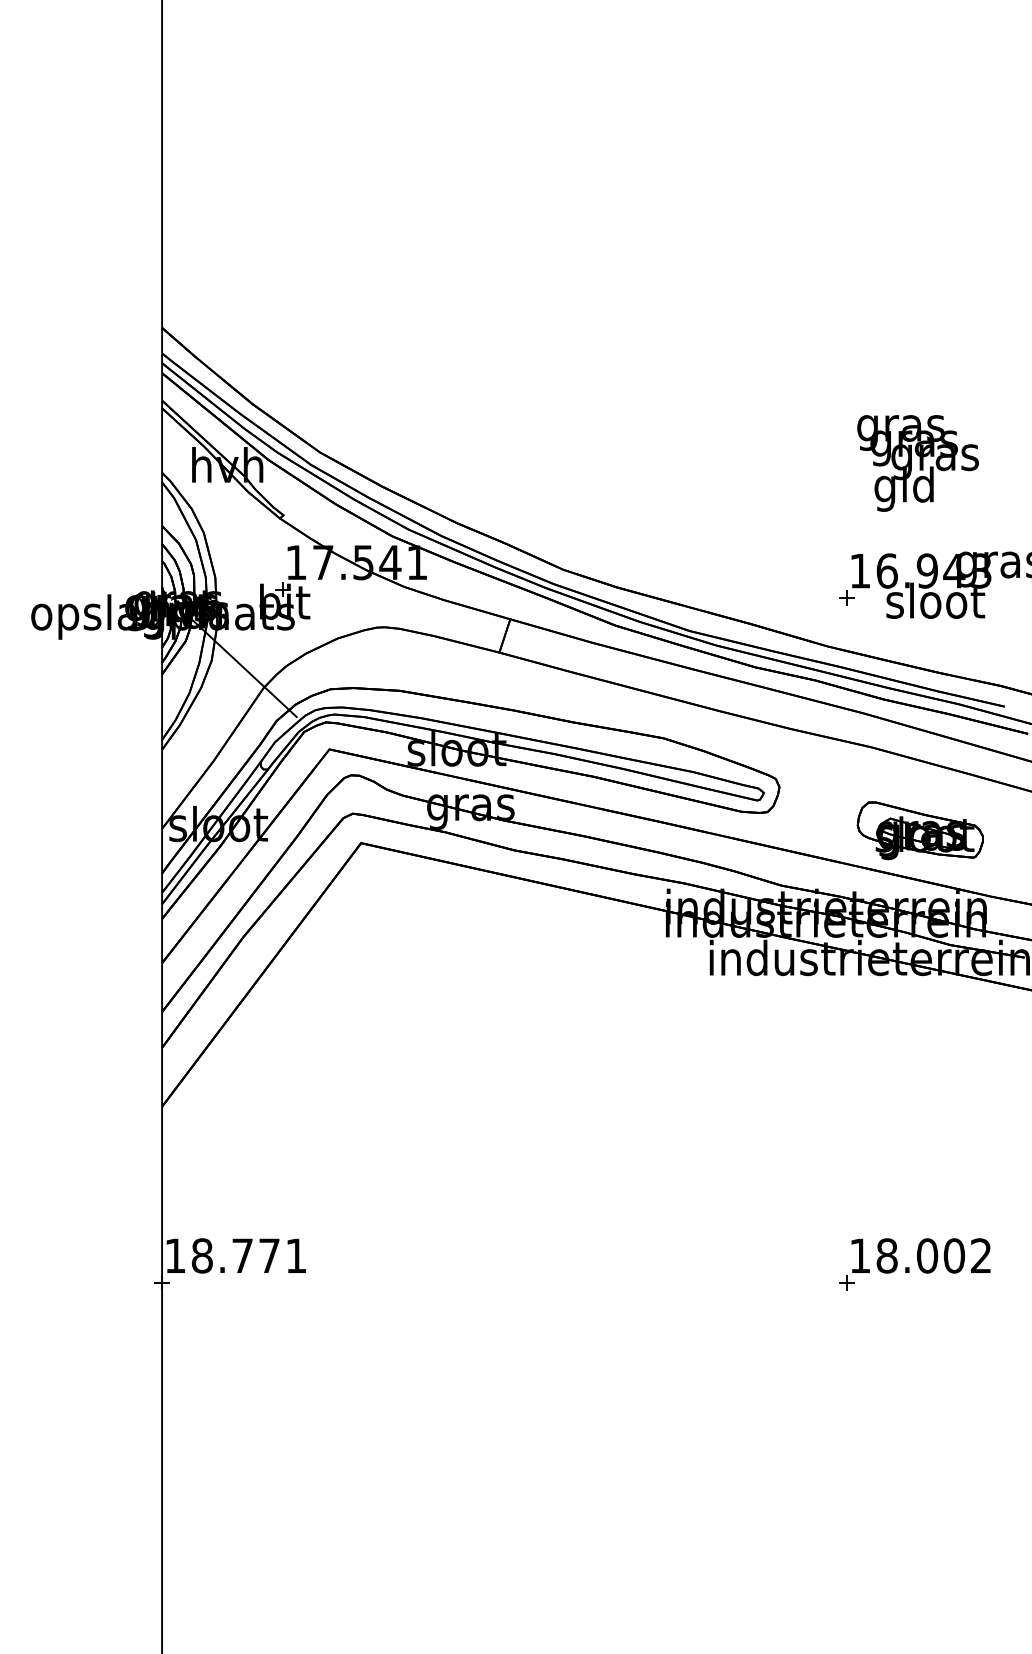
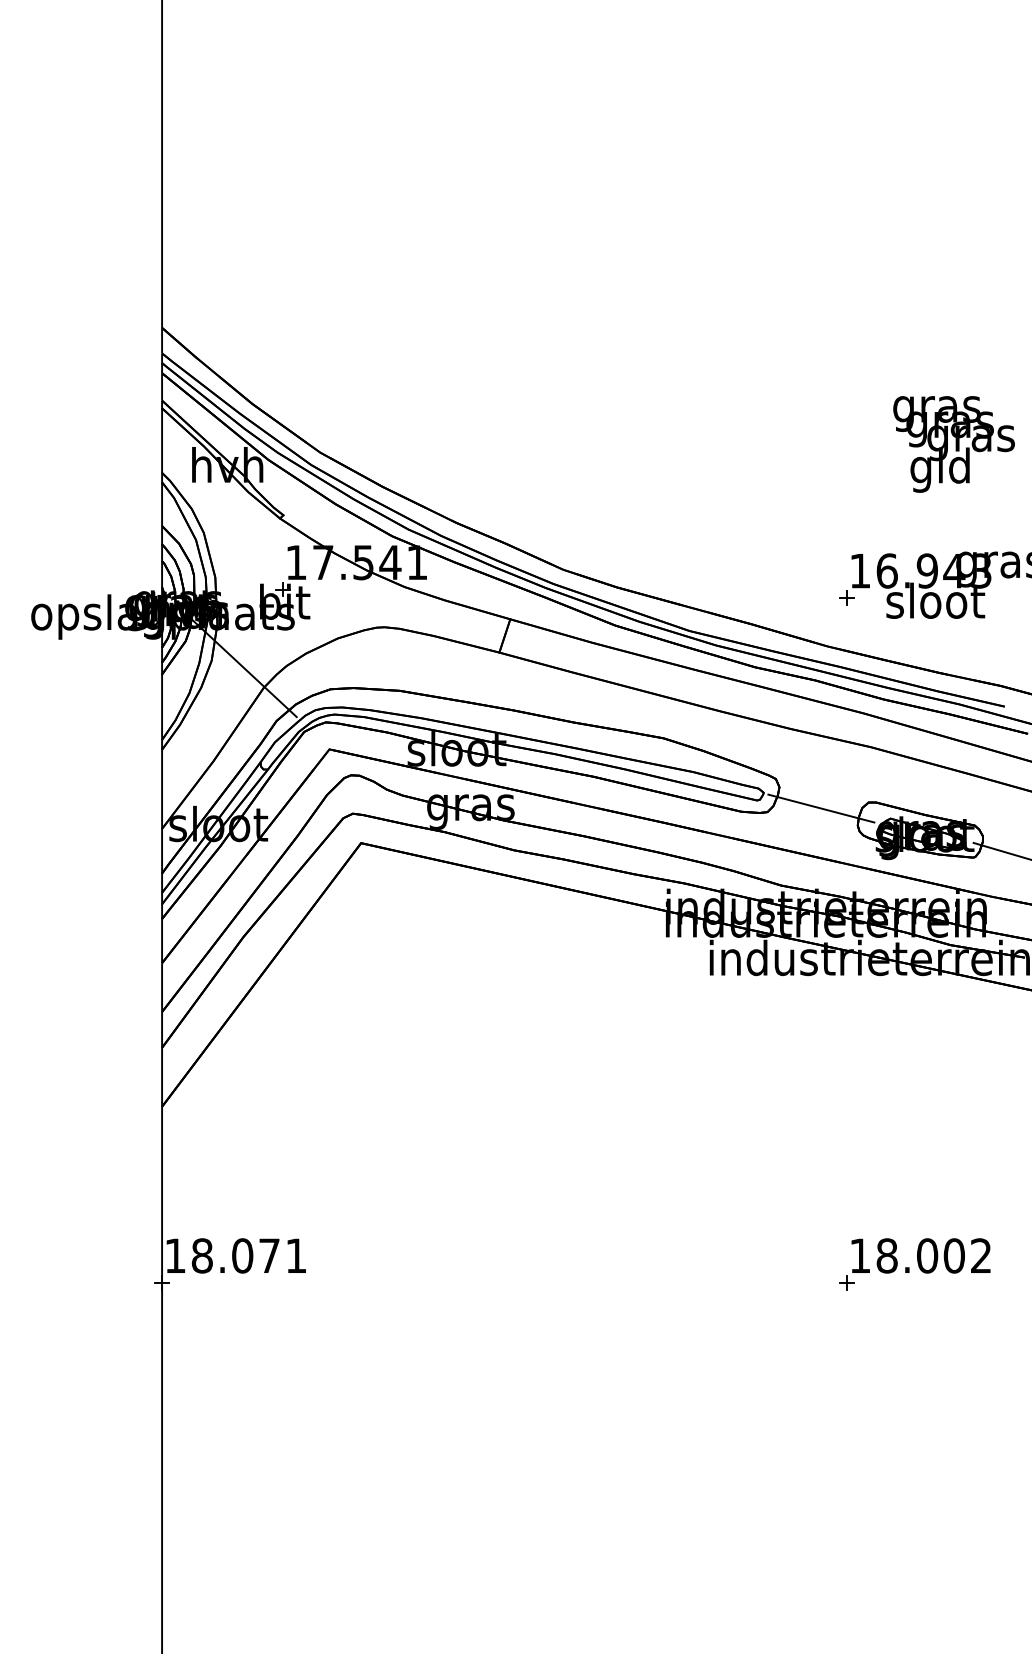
text at (917, 463) position: (917, 463) -> (953, 444)
line at (821, 808): none -> present
line at (1000, 850): none -> present
text at (242, 1255): 18.771 -> 18.071
